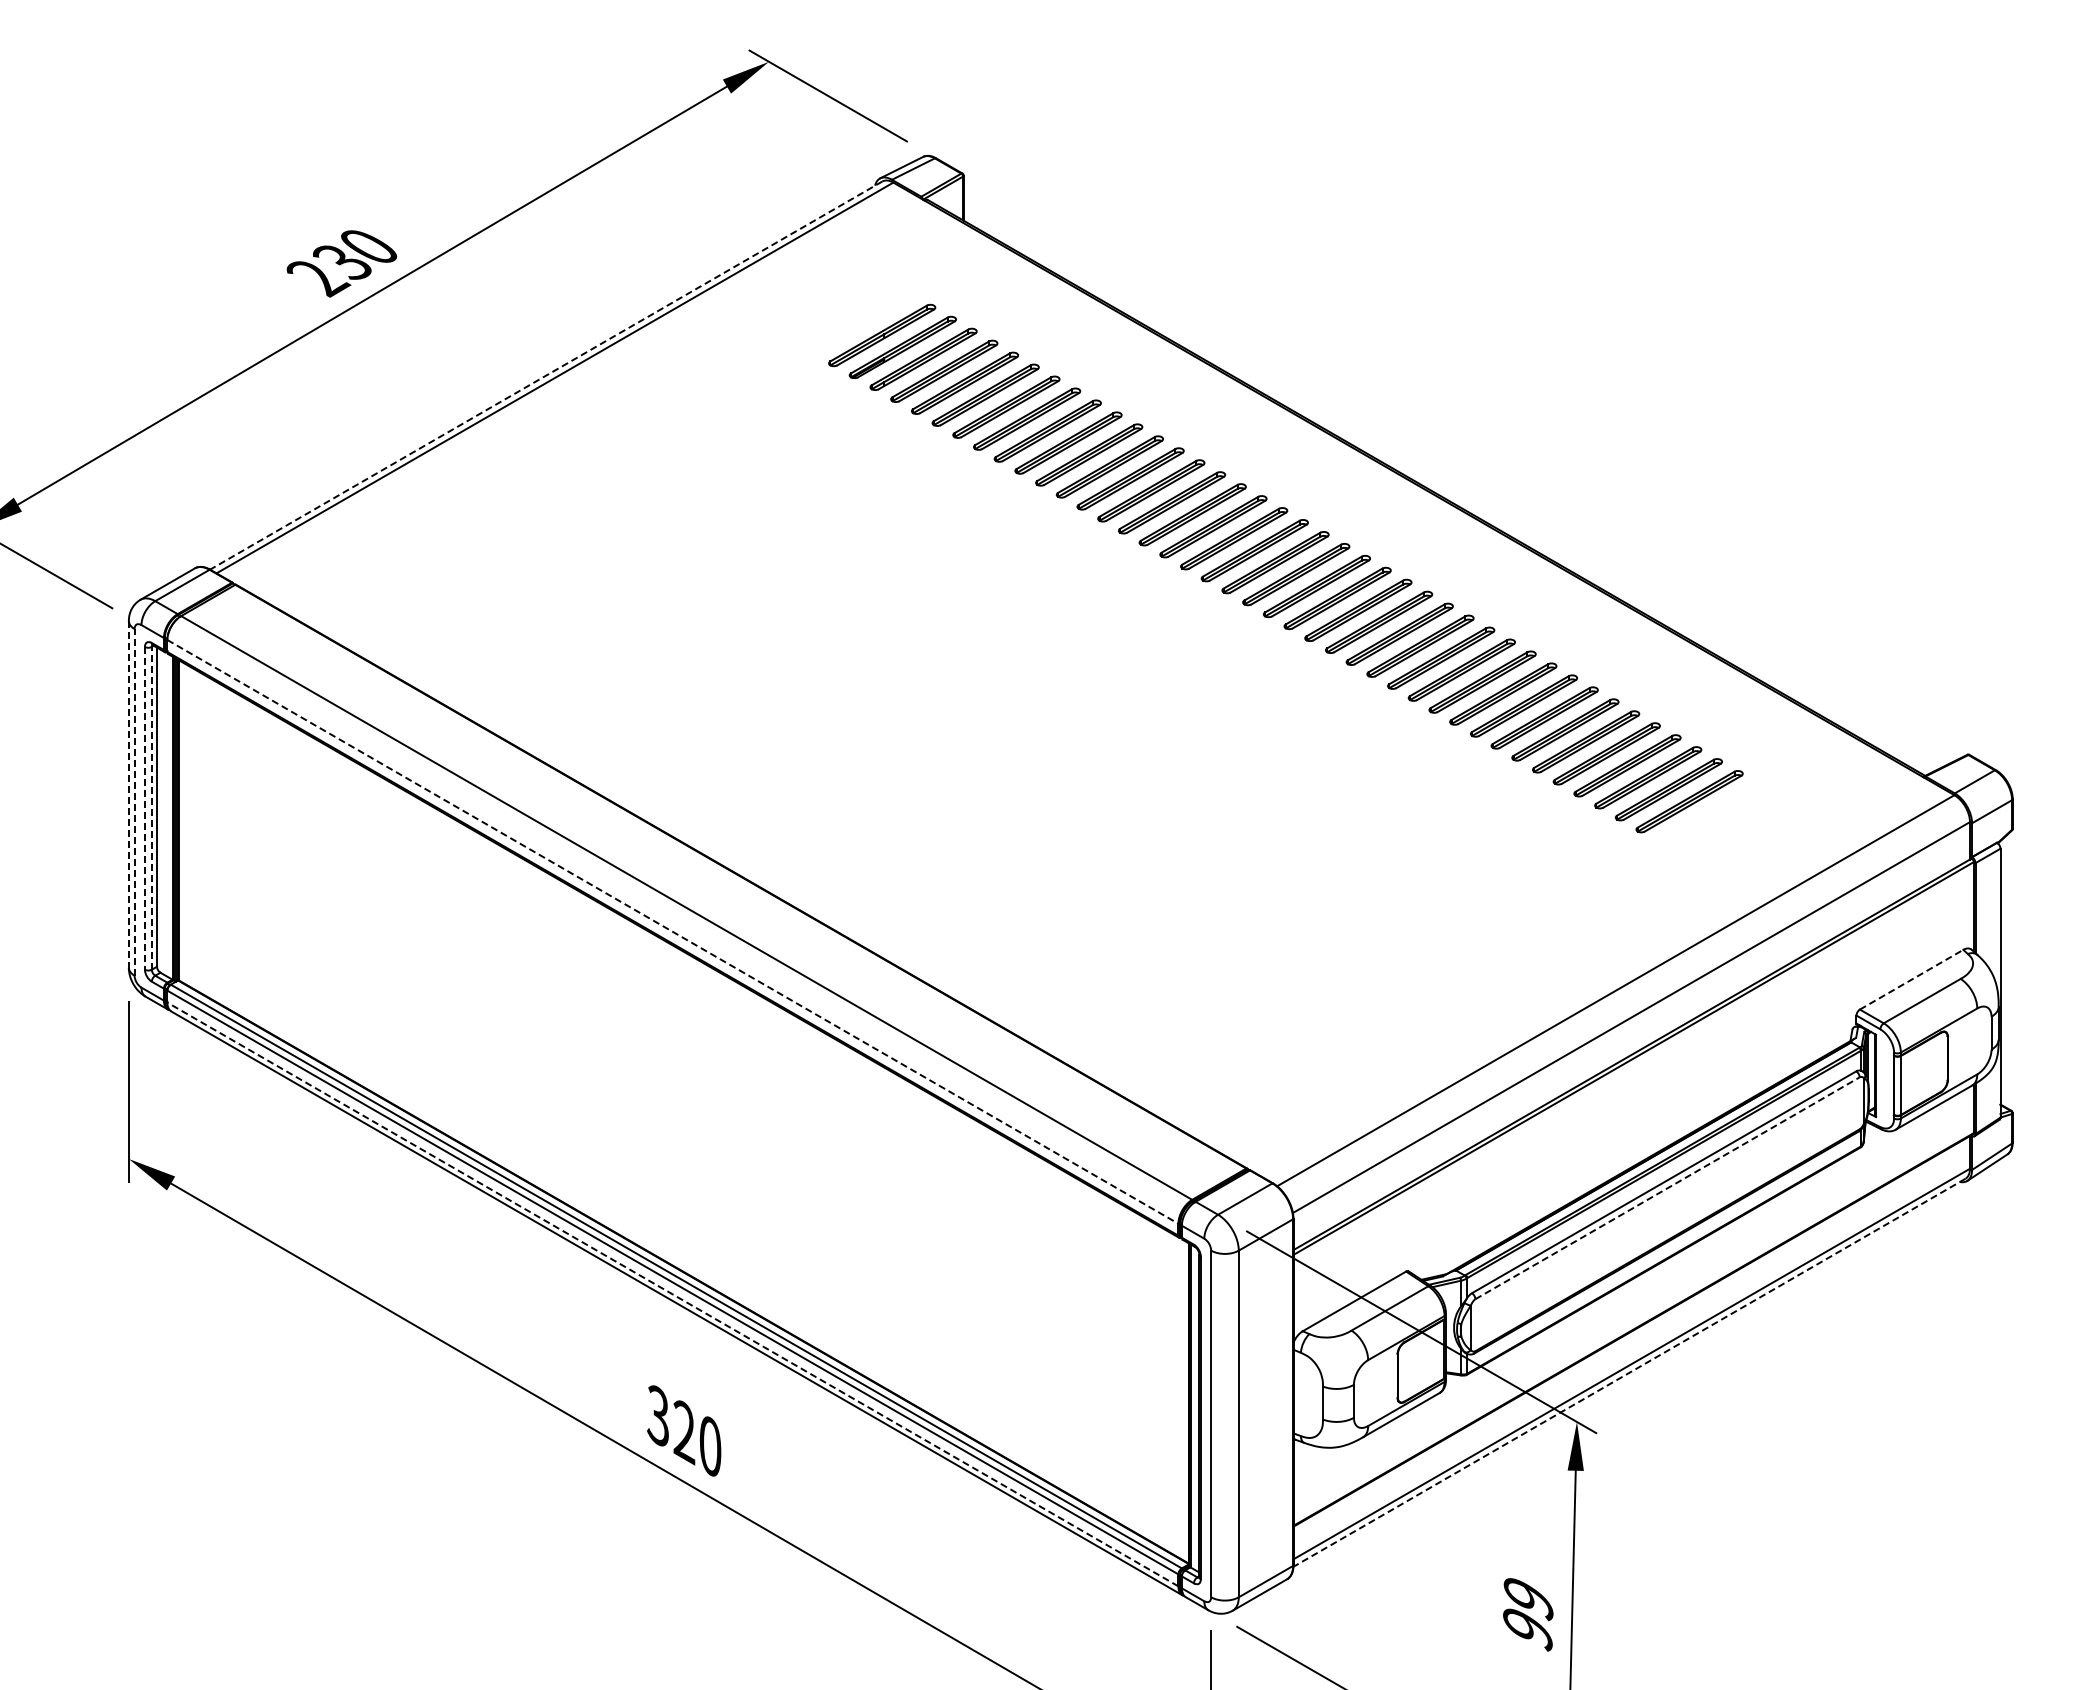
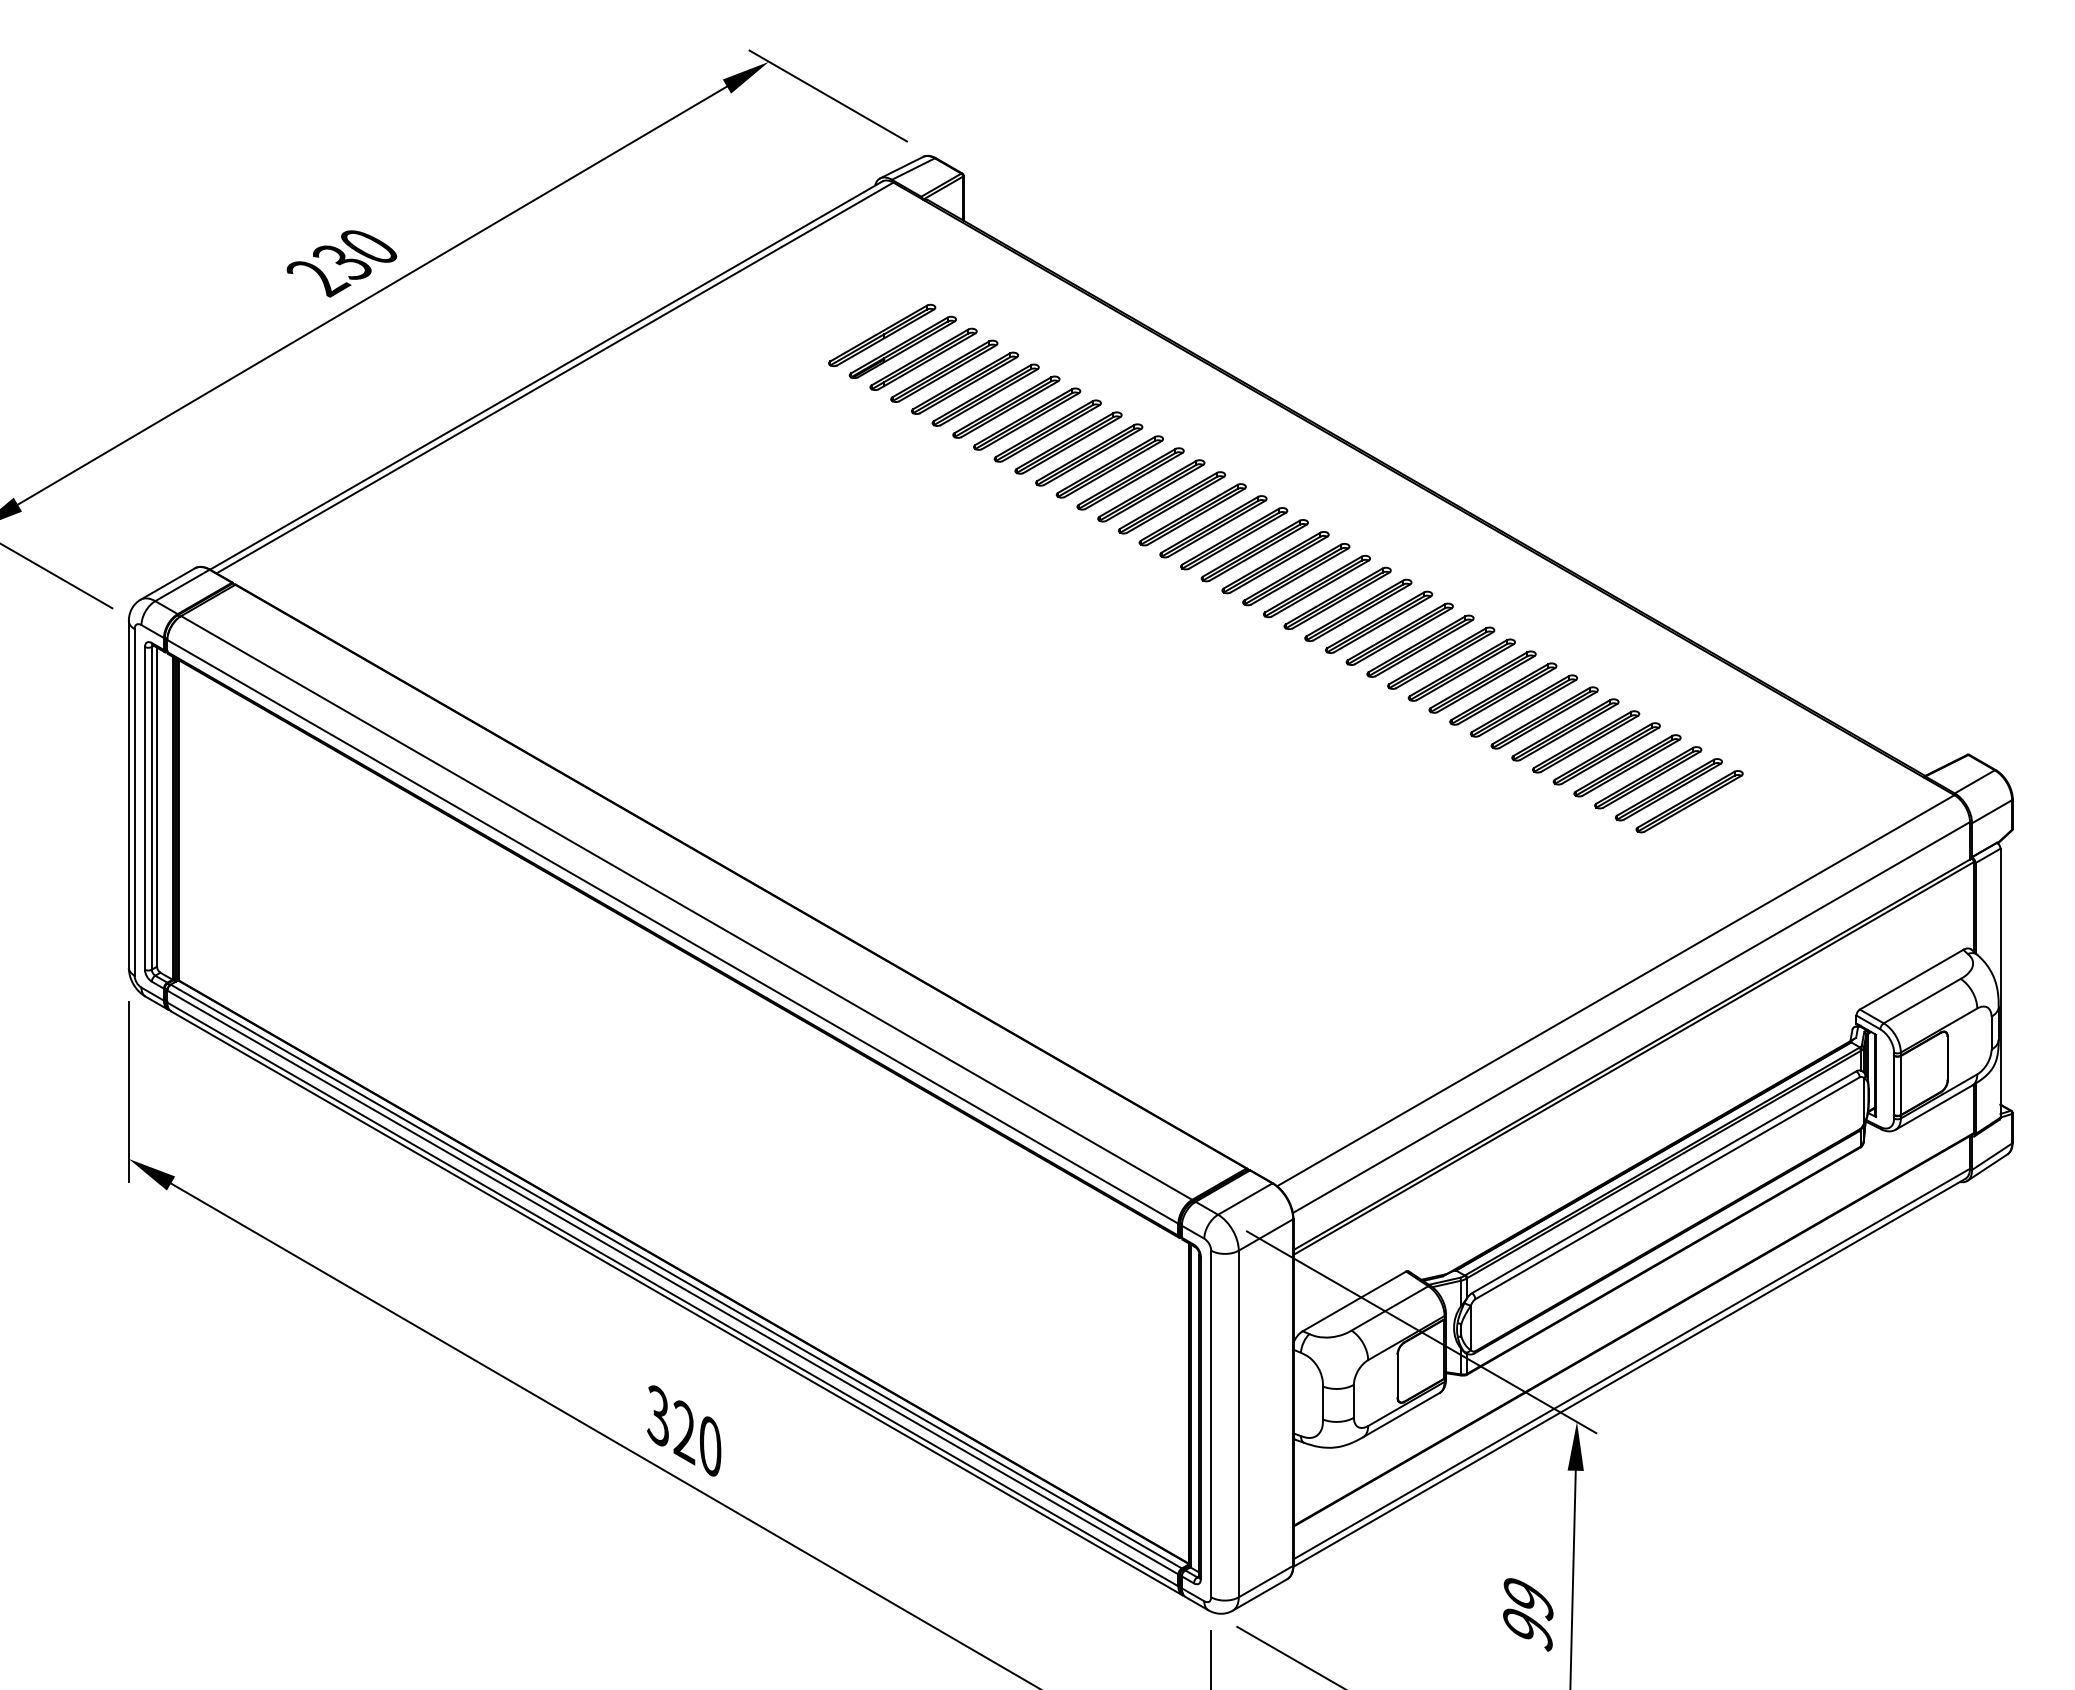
line at (545, 375): dashed -> solid
line at (128, 794): dashed -> solid
line at (134, 801): dashed -> solid
line at (151, 807): dashed -> solid
line at (144, 808): dashed -> solid
line at (672, 931): dashed -> solid
line at (1911, 979): dashed -> solid
line at (1667, 1188): dashed -> solid
line at (672, 1294): dashed -> solid
line at (1629, 1372): dashed -> solid
